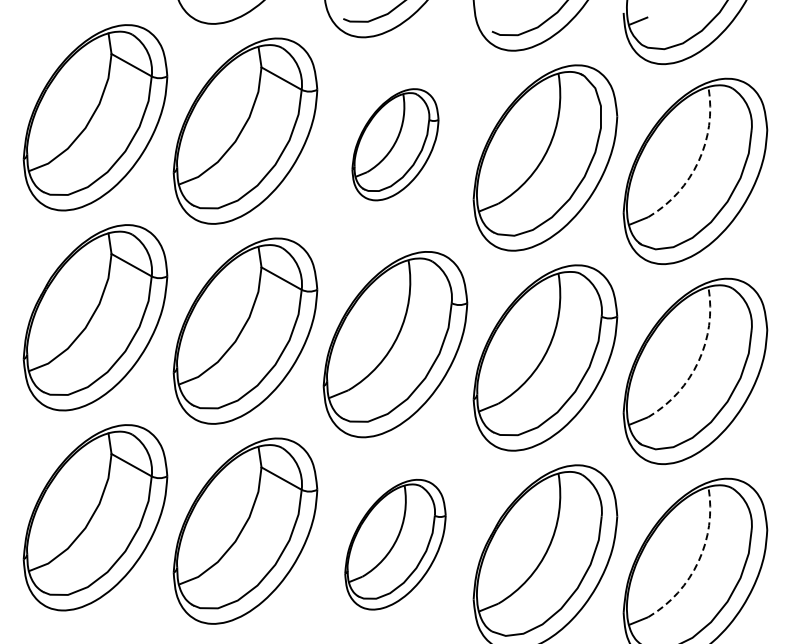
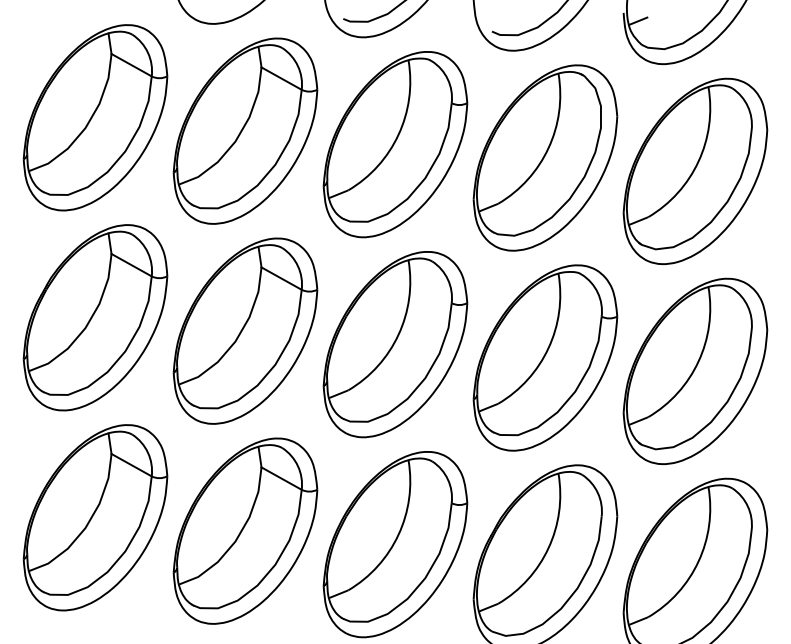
part at (395, 144) size: 89x114 px -> 147x188 px
arc at (698, 161): dashed -> solid
arc at (698, 361): dashed -> solid
part at (395, 544) size: 103x132 px -> 147x188 px
arc at (698, 561): dashed -> solid
